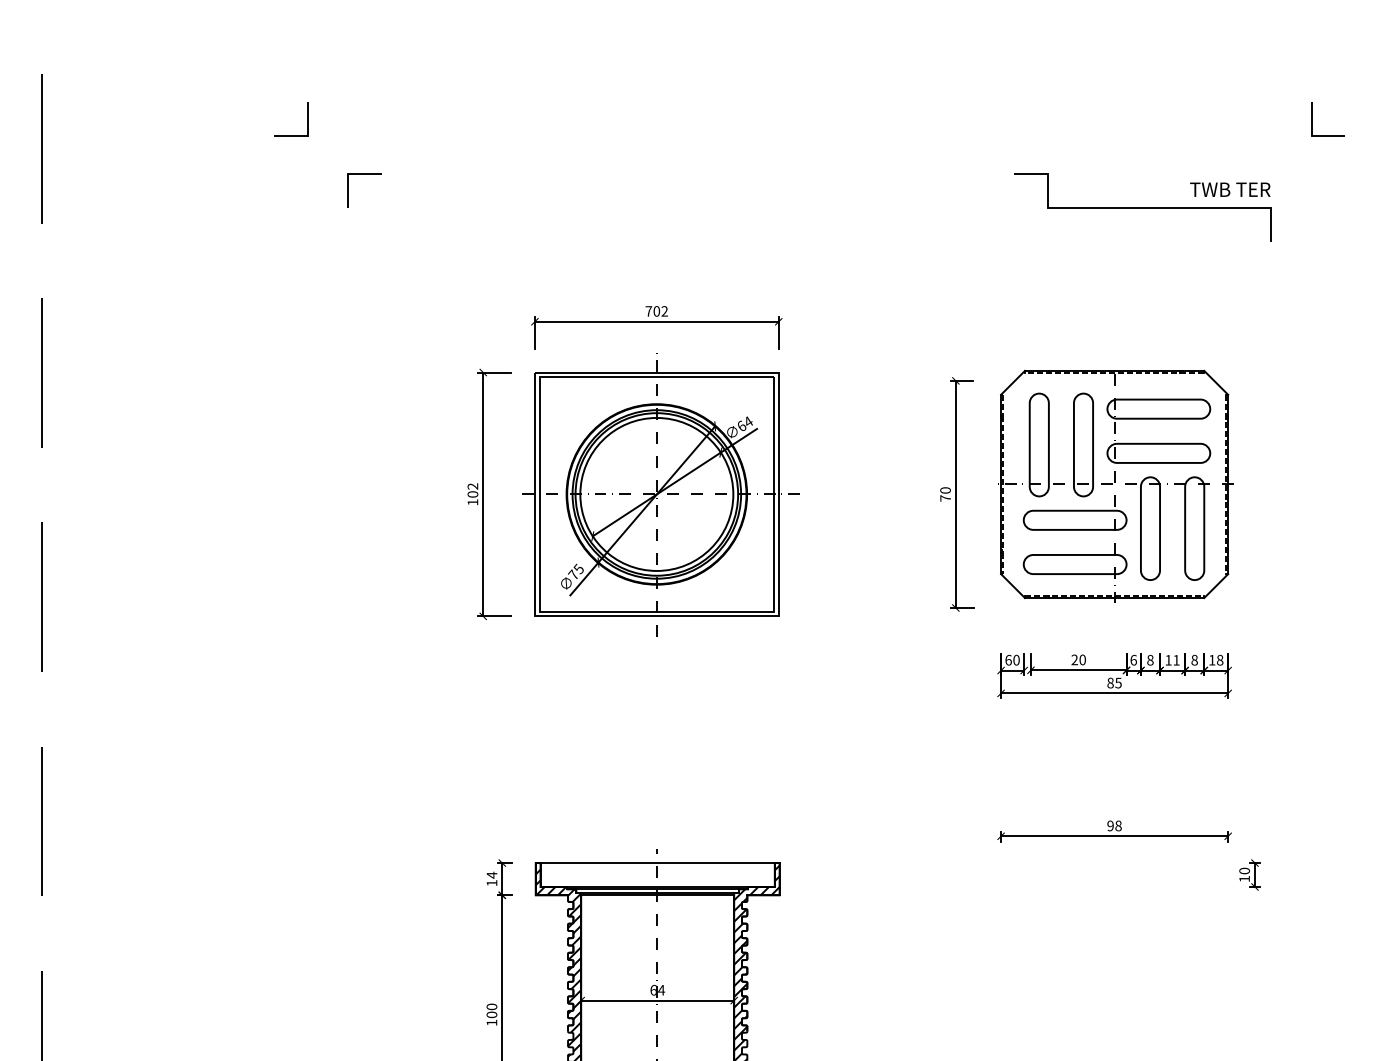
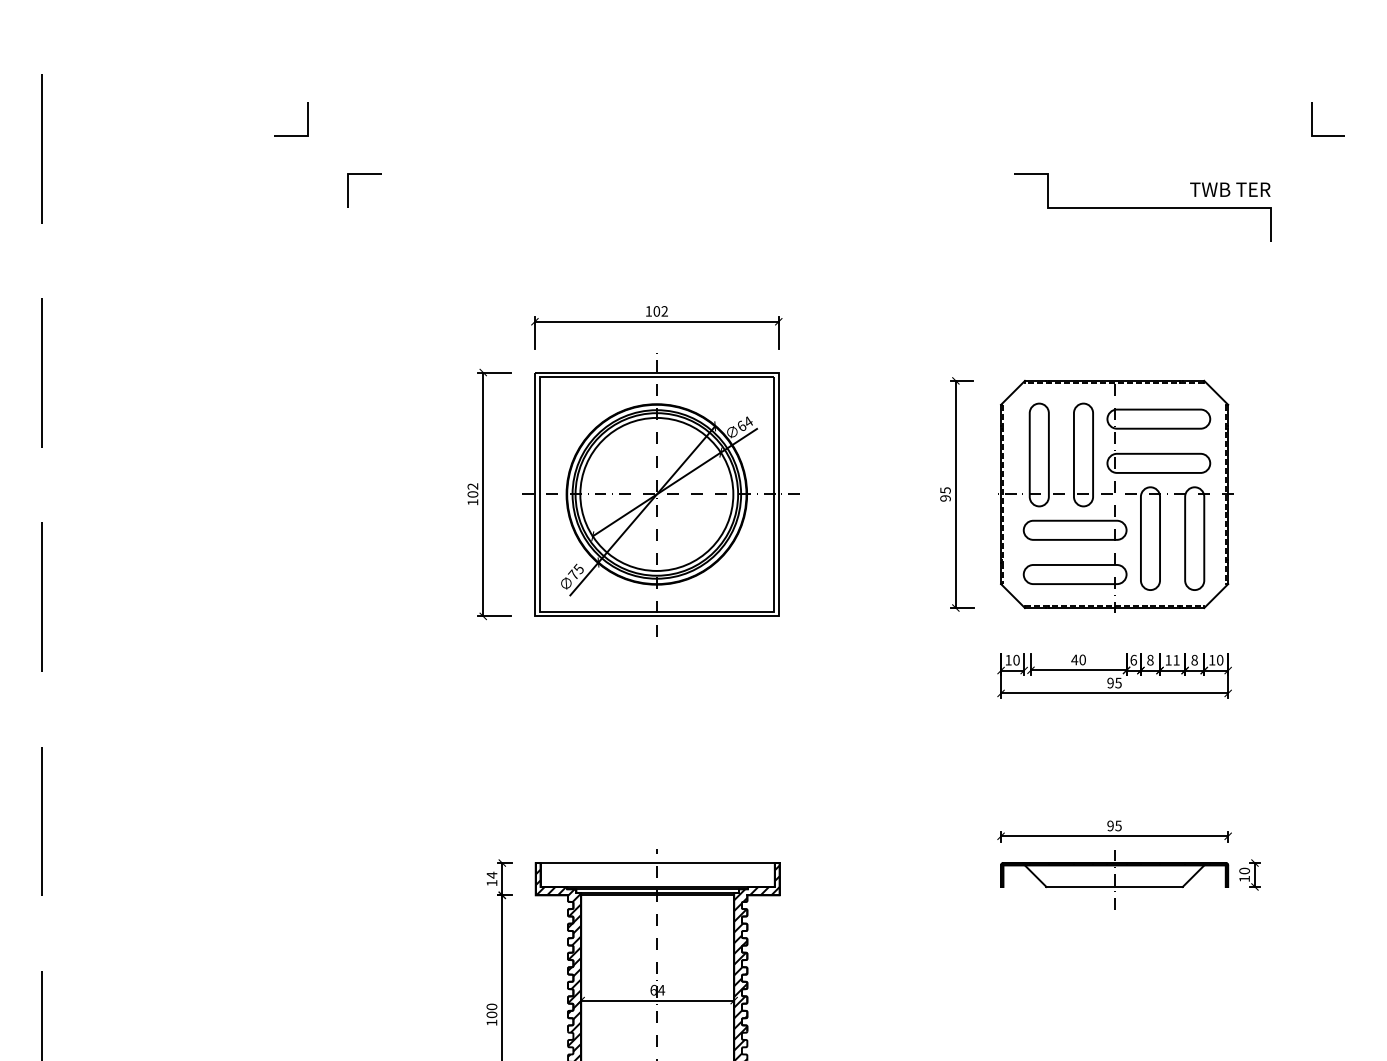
text at (648, 311): 702 -> 102
part at (1115, 485) position: (1115, 485) -> (1115, 495)
text at (945, 494): 70 -> 95
text at (1008, 659): 60 -> 10
text at (1074, 659): 20 -> 40
text at (1220, 660): 18 -> 10
text at (1110, 682): 85 -> 95
text at (1118, 825): 98 -> 95
part at (1114, 879): none -> present
